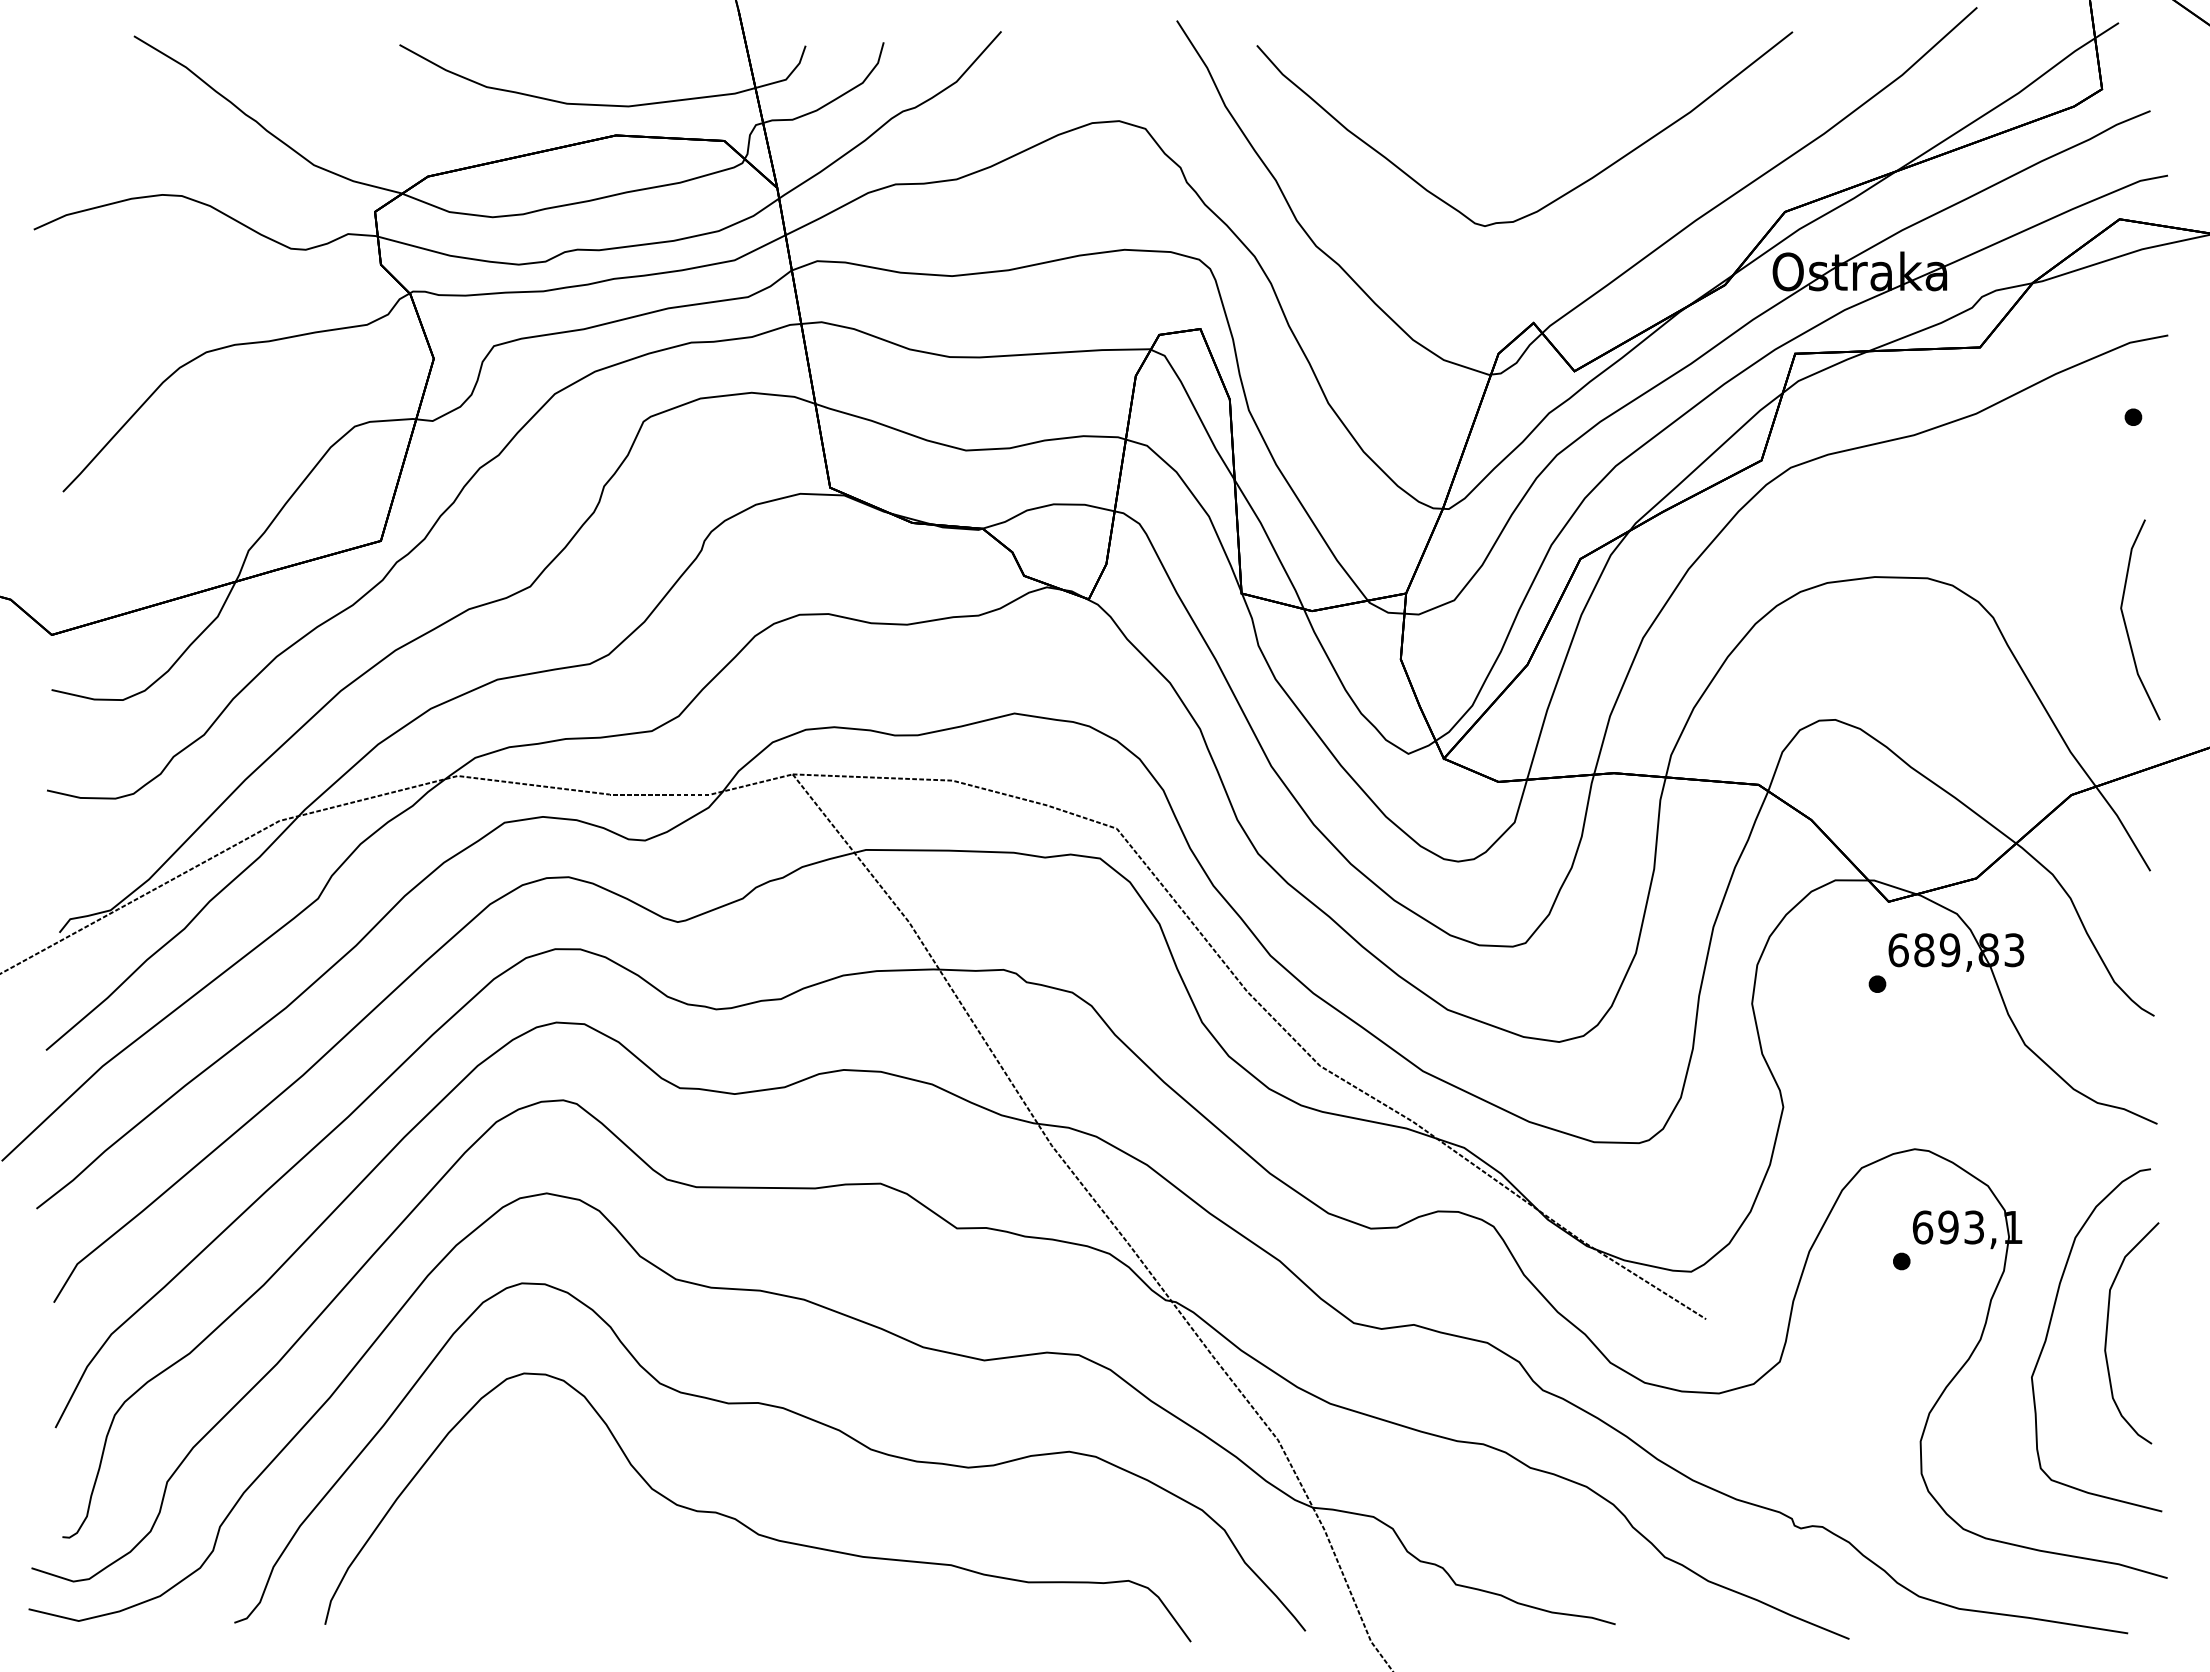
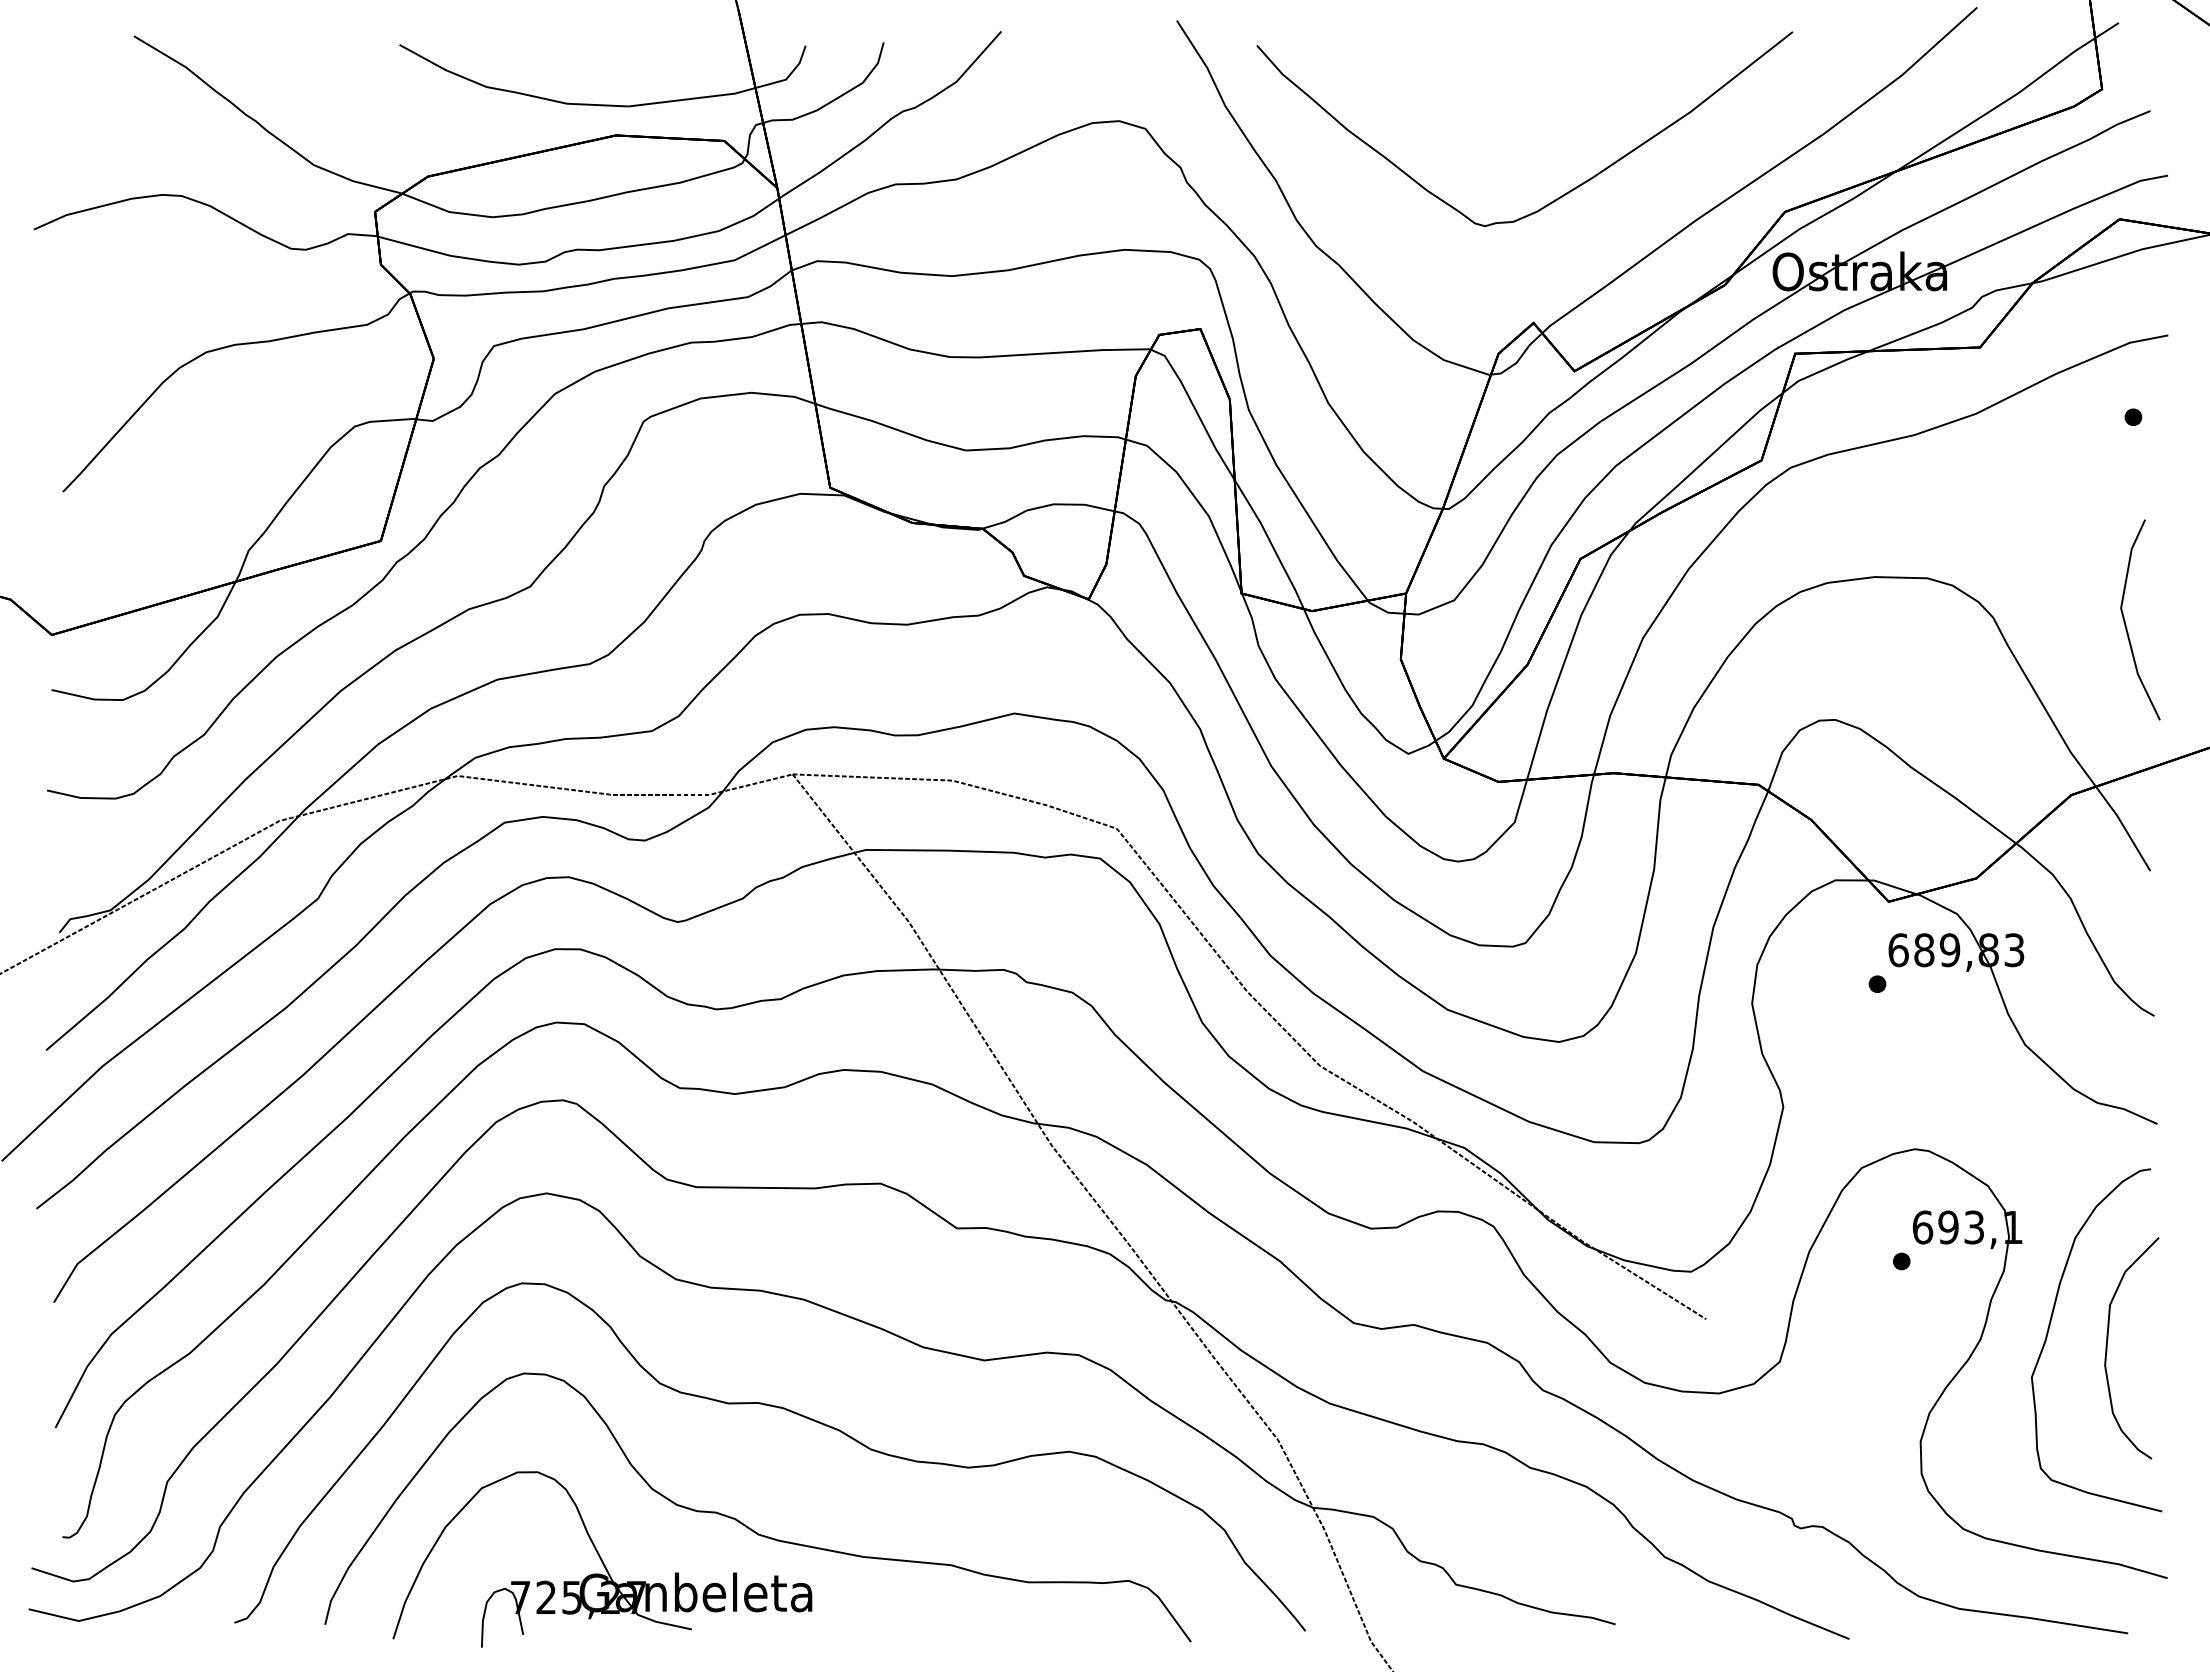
curve at (2107, 1333) position: (2107, 1333) -> (2107, 1348)
part at (602, 1559): none -> present
